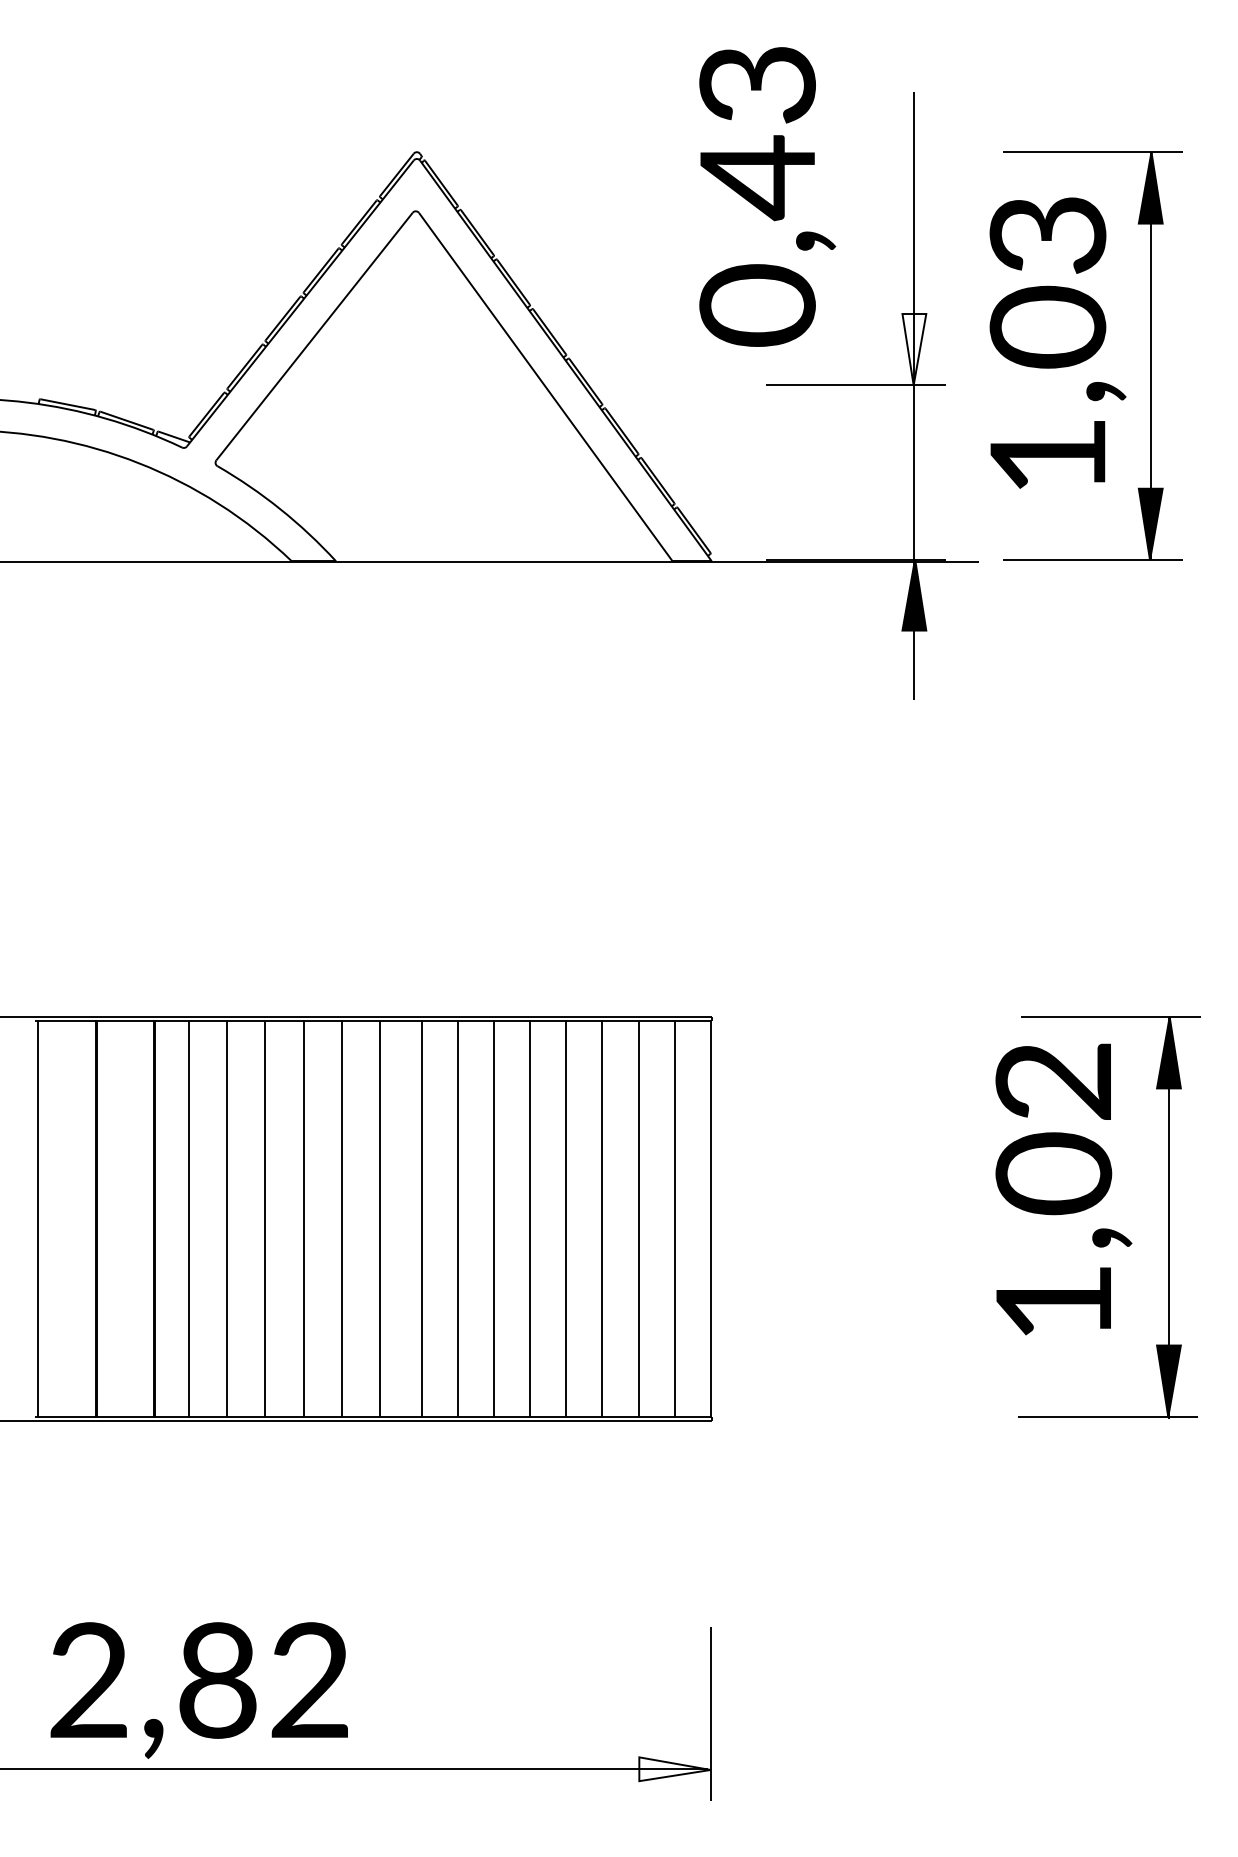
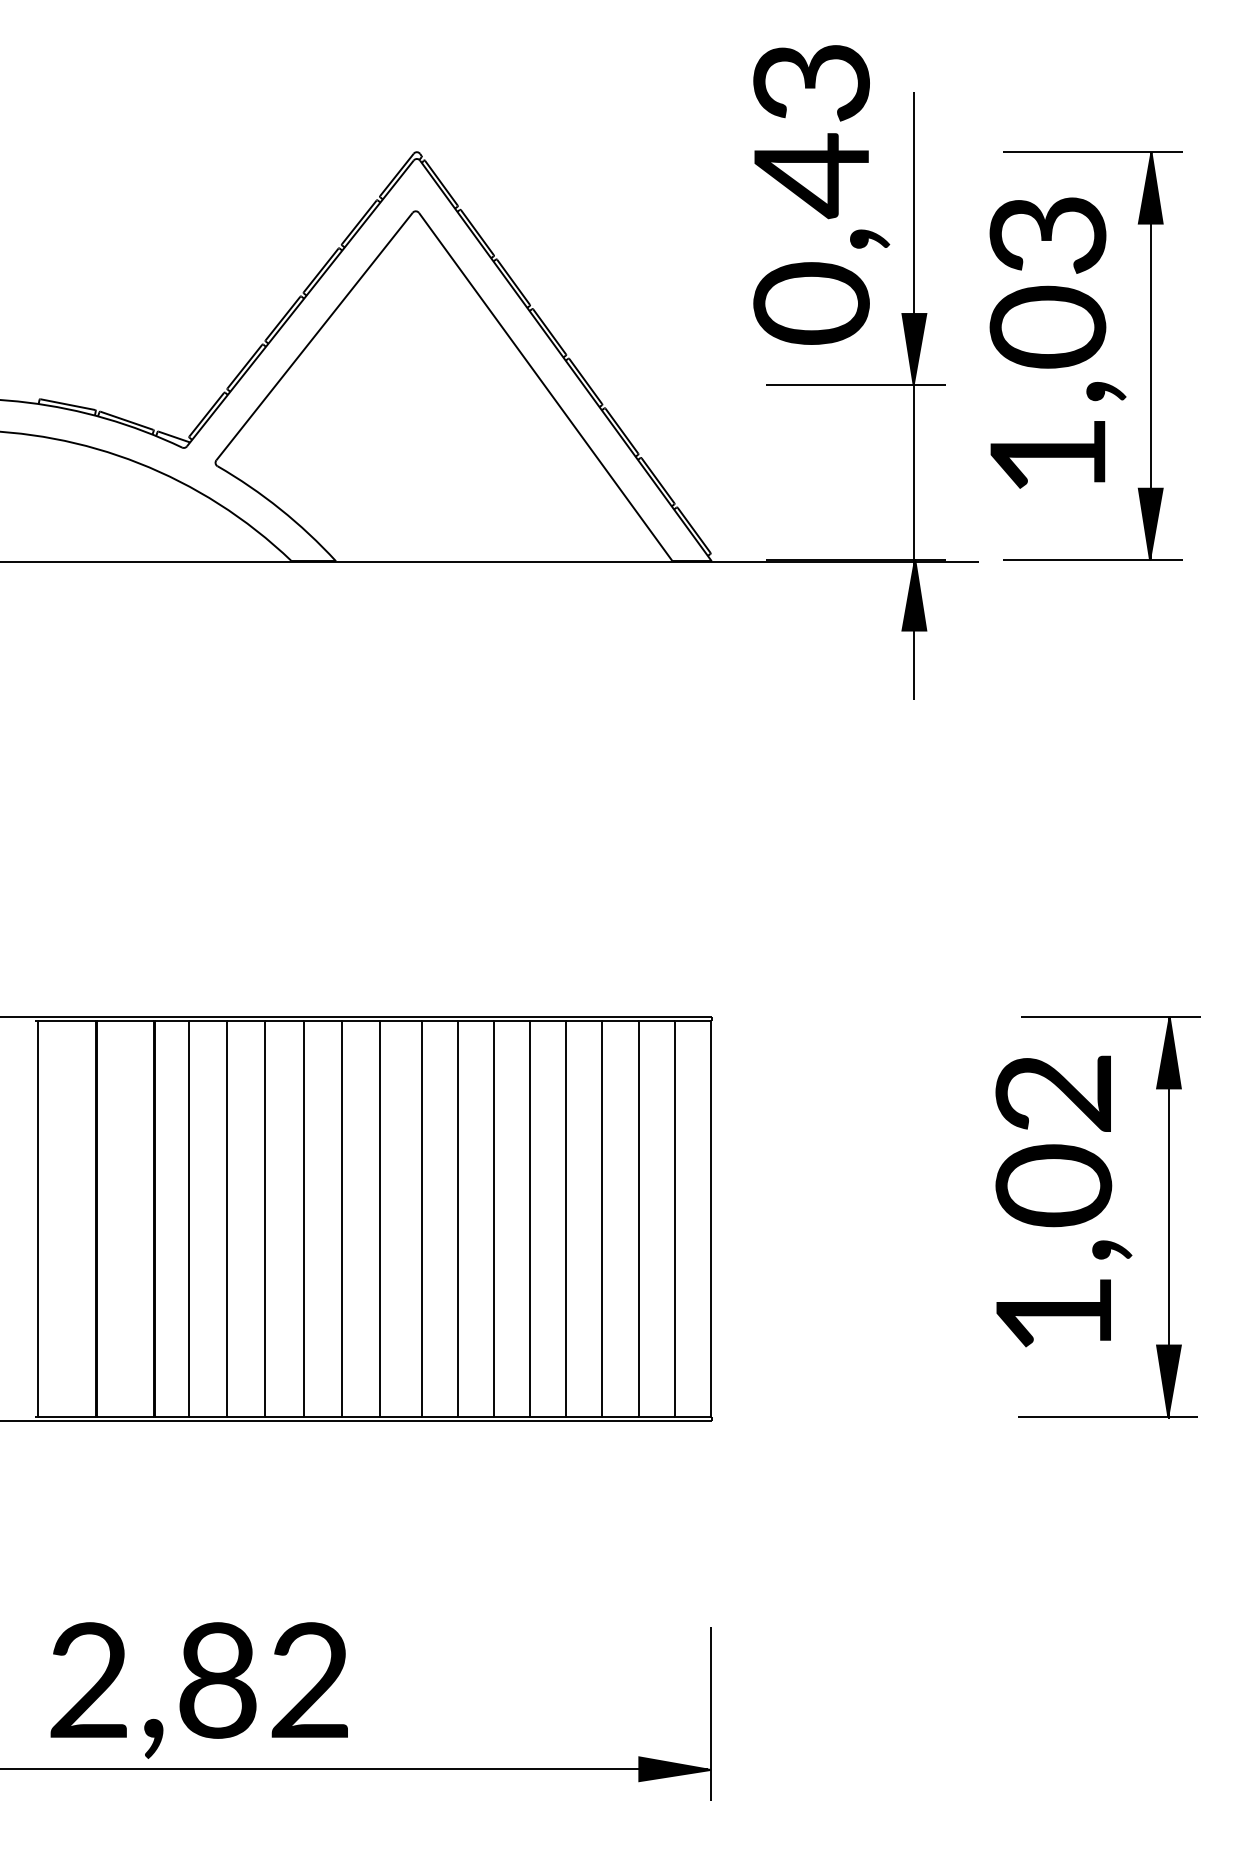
text at (767, 196) position: (767, 196) -> (821, 194)
fill at (914, 349): none -> present
text at (1063, 1189) position: (1063, 1189) -> (1063, 1201)
fill at (674, 1769): none -> present
